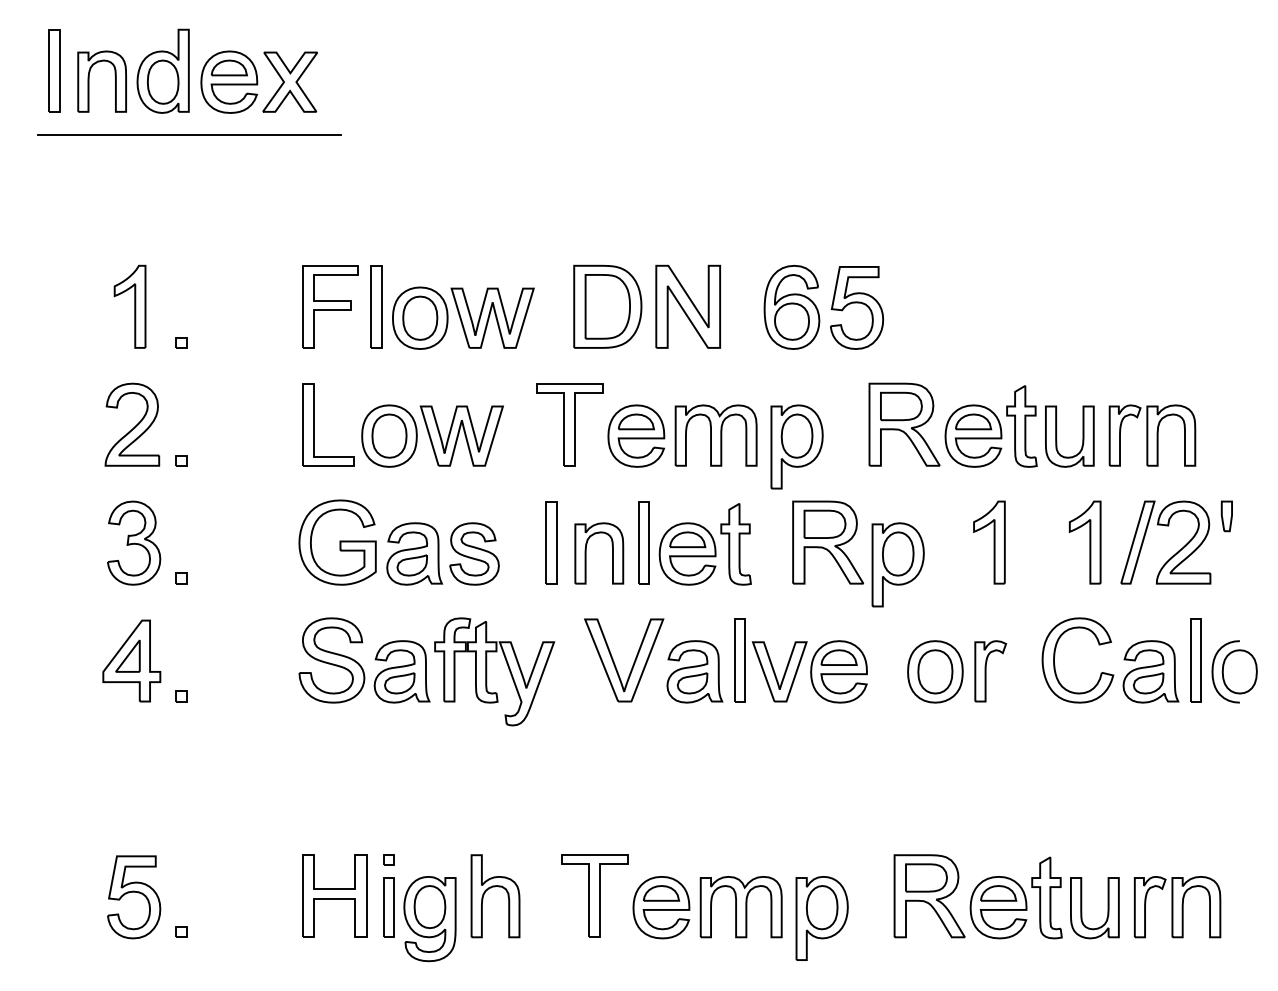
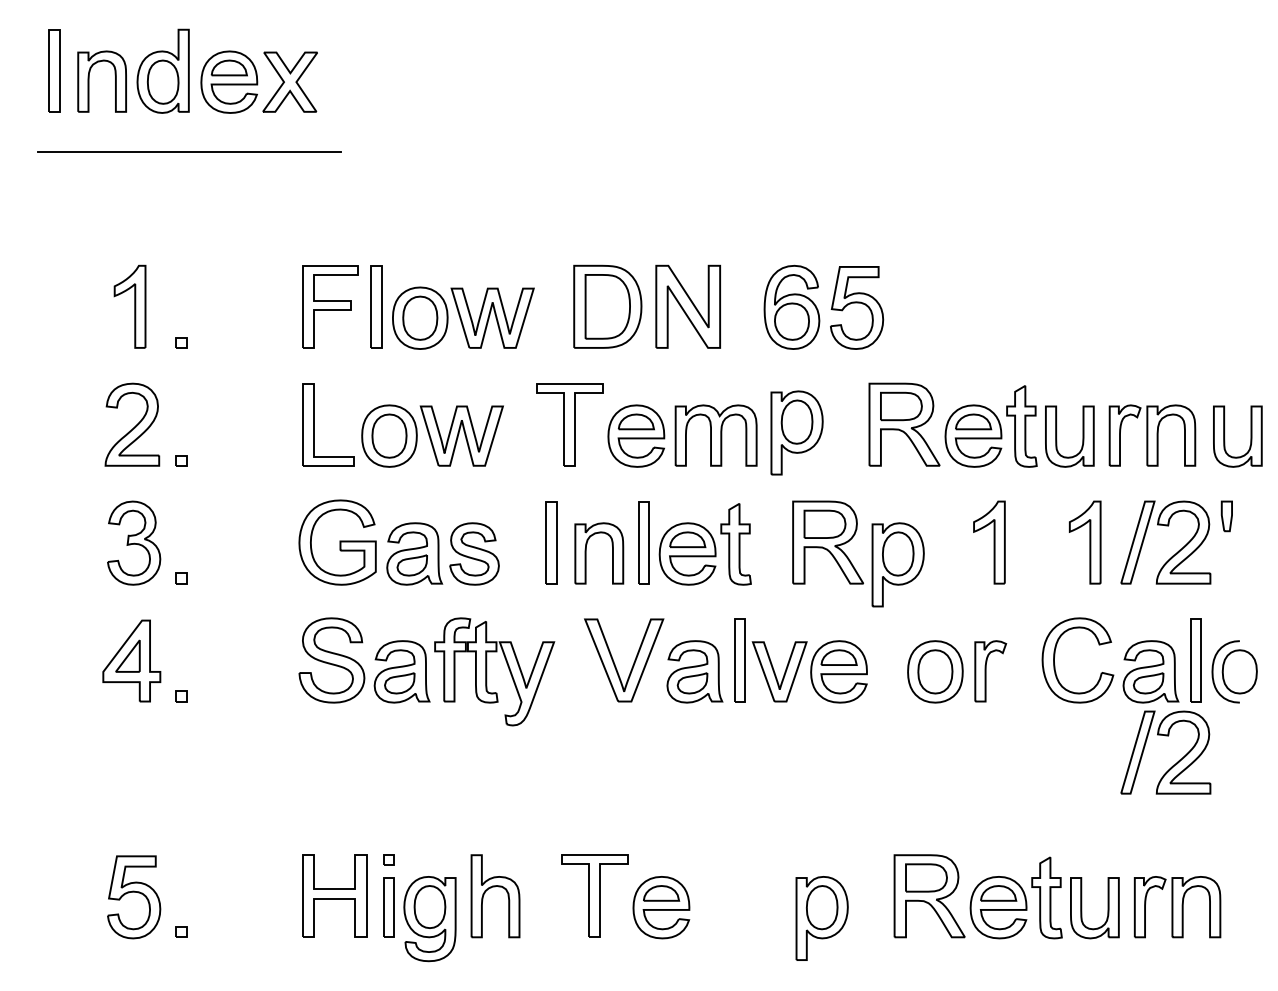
line at (189, 134) position: (189, 134) -> (189, 151)
part at (1225, 436): none -> present
part at (796, 446) position: (796, 446) -> (796, 432)
part at (1172, 765): none -> present
part at (740, 907): present -> none
